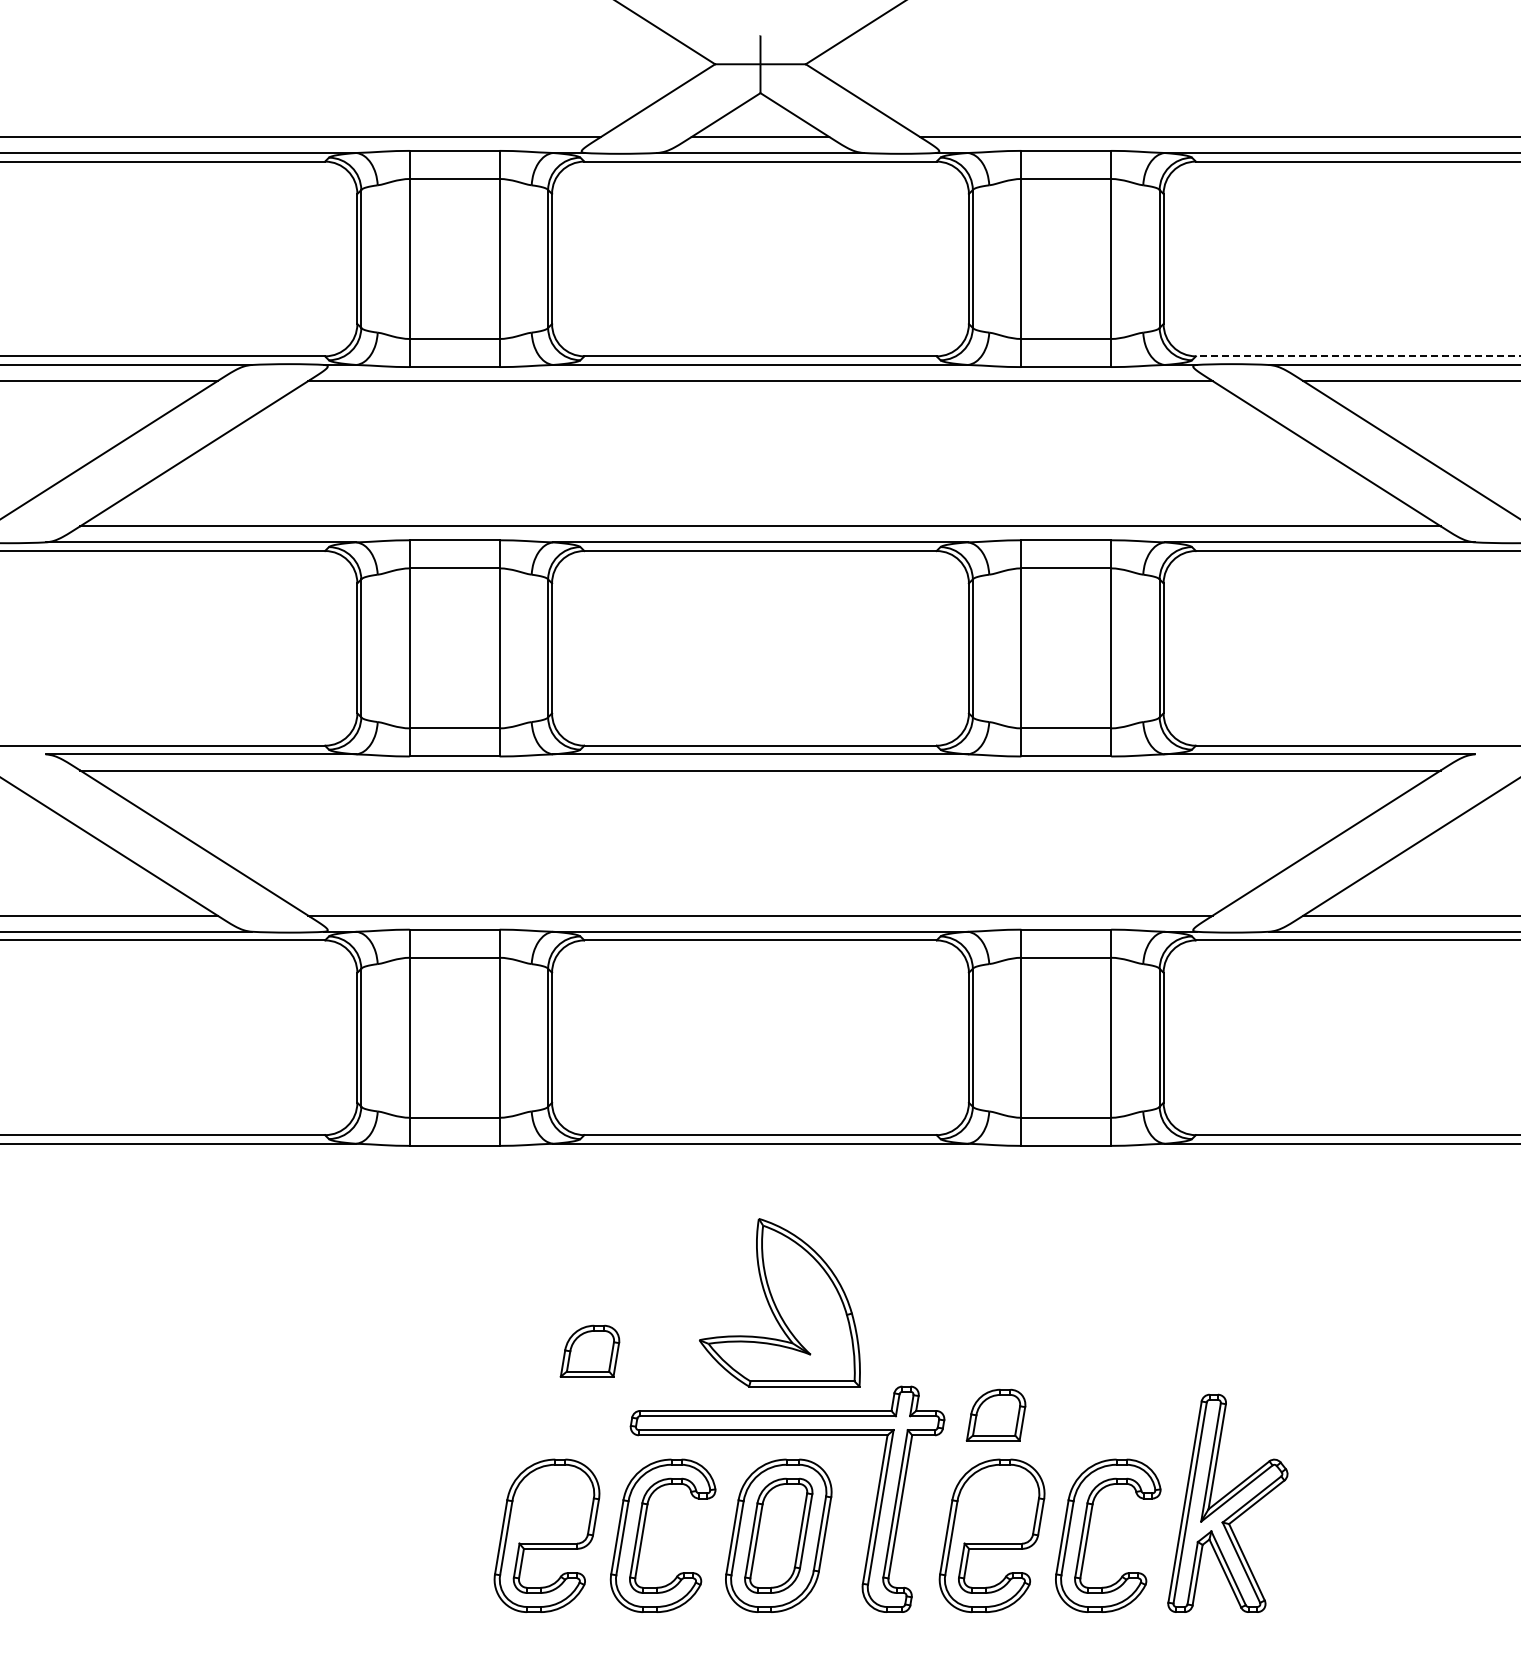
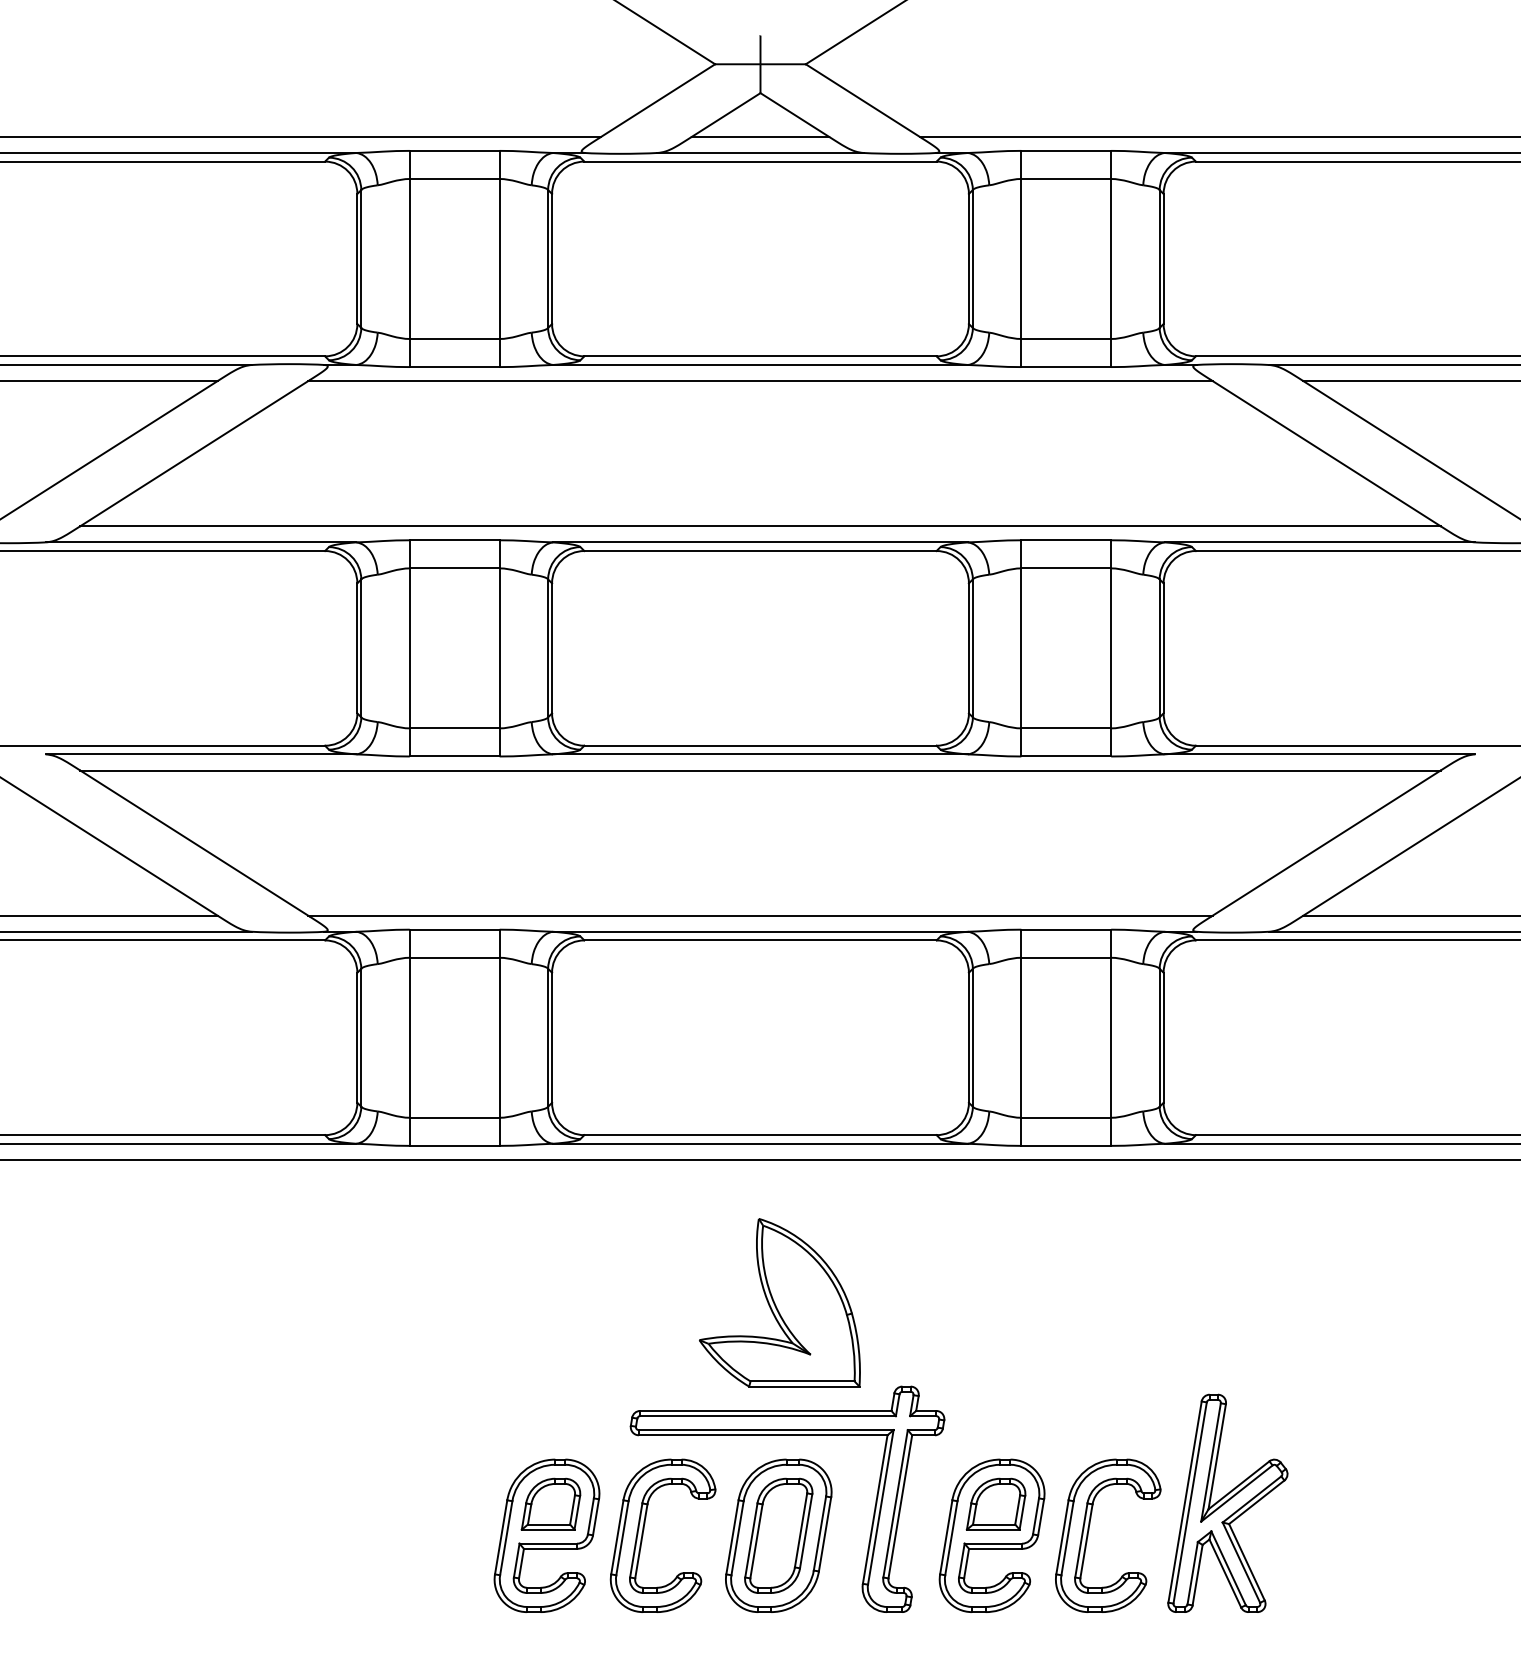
line at (1357, 356): dashed -> solid
line at (759, 1159): none -> present
part at (589, 1350) position: (589, 1350) -> (550, 1503)
part at (995, 1414) position: (995, 1414) -> (995, 1503)
